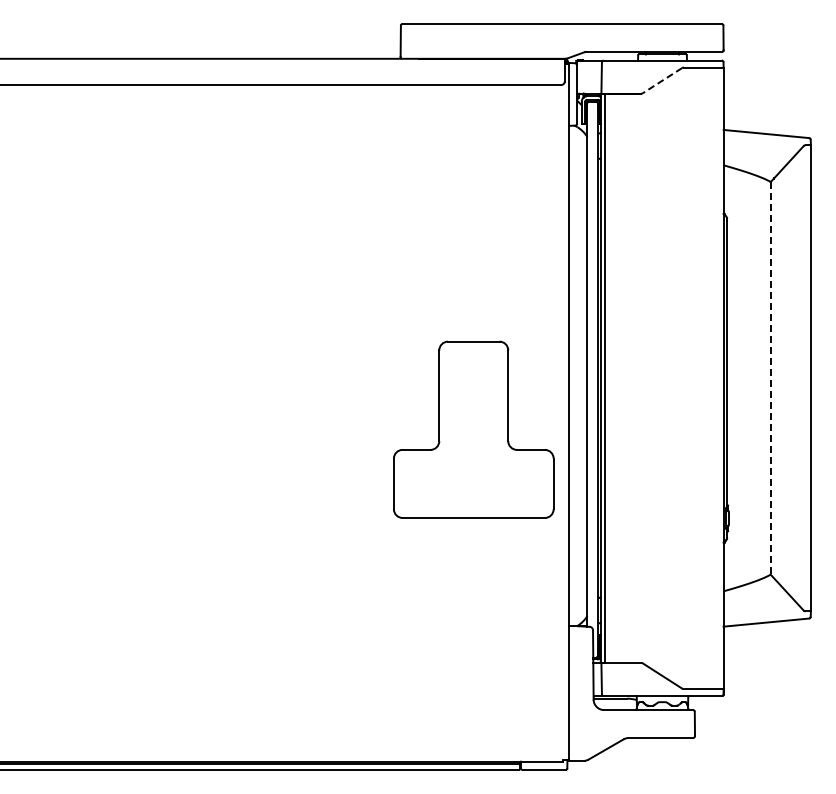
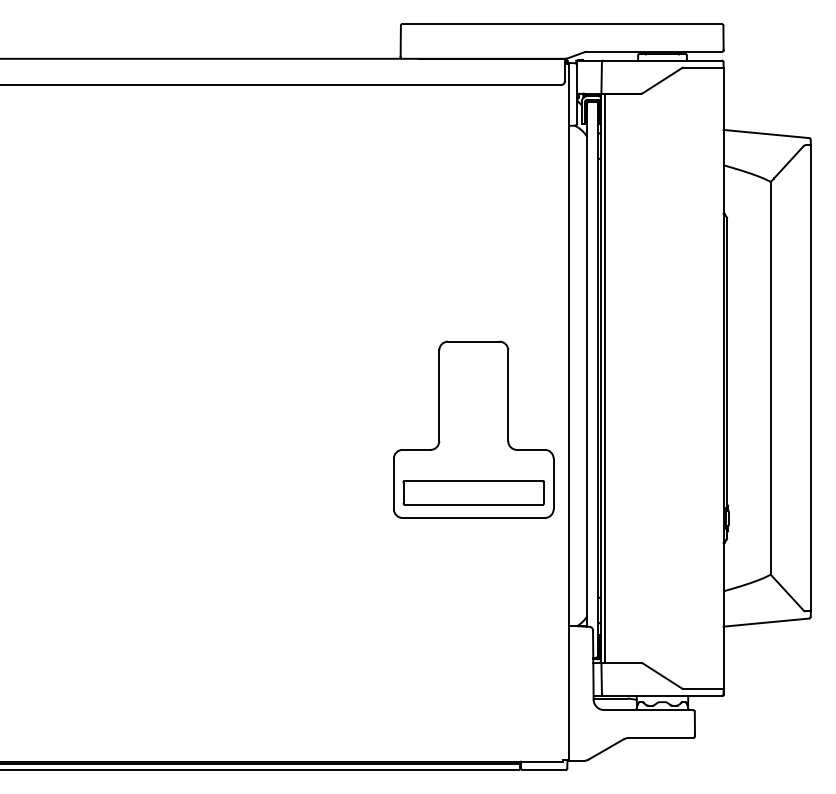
line at (662, 80): dashed -> solid
line at (770, 378): dashed -> solid
part at (473, 492): none -> present
